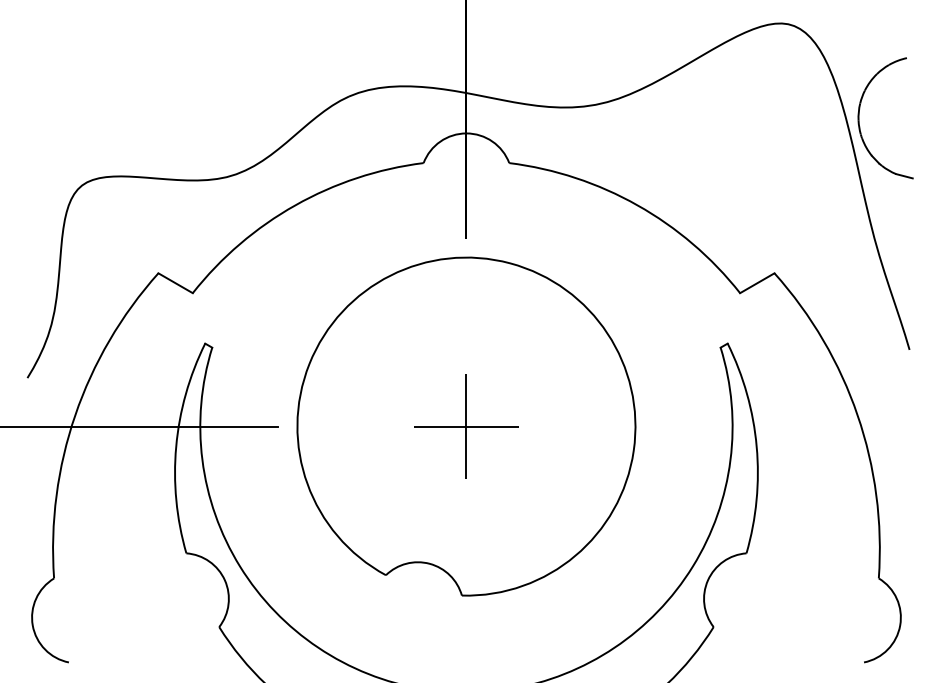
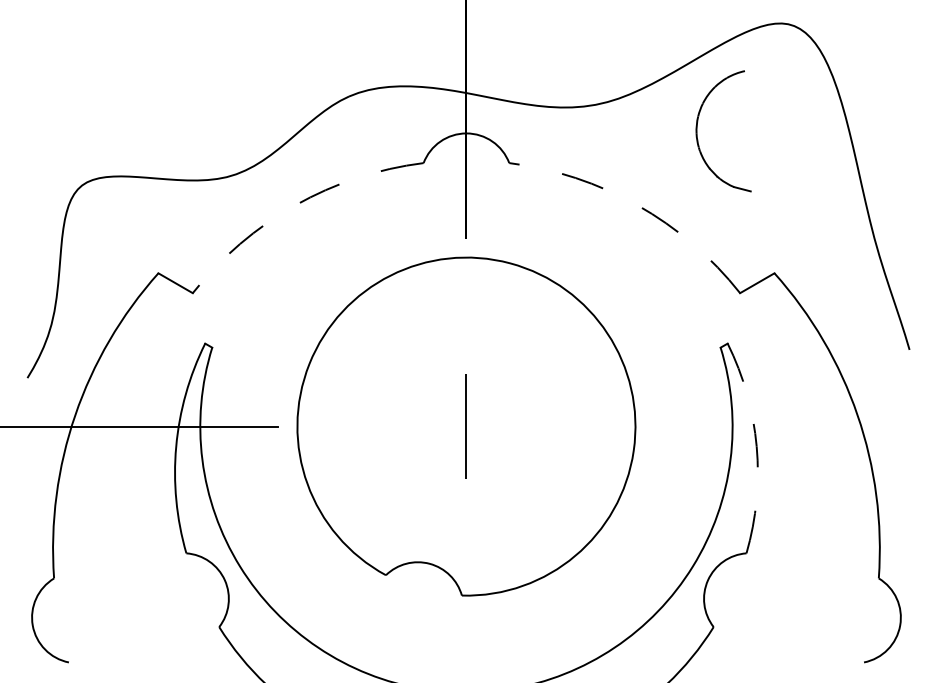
part at (859, 118) position: (859, 118) -> (697, 131)
arc at (295, 205): solid -> dashed
arc at (637, 205): solid -> dashed
line at (466, 426): present -> none
arc at (756, 446): solid -> dashed
